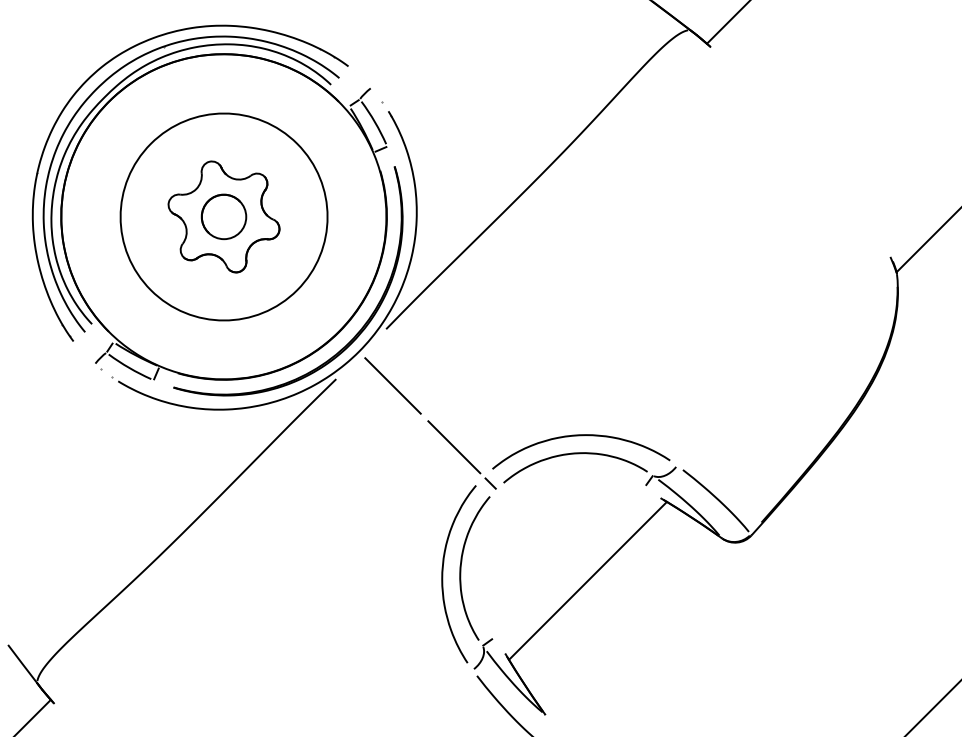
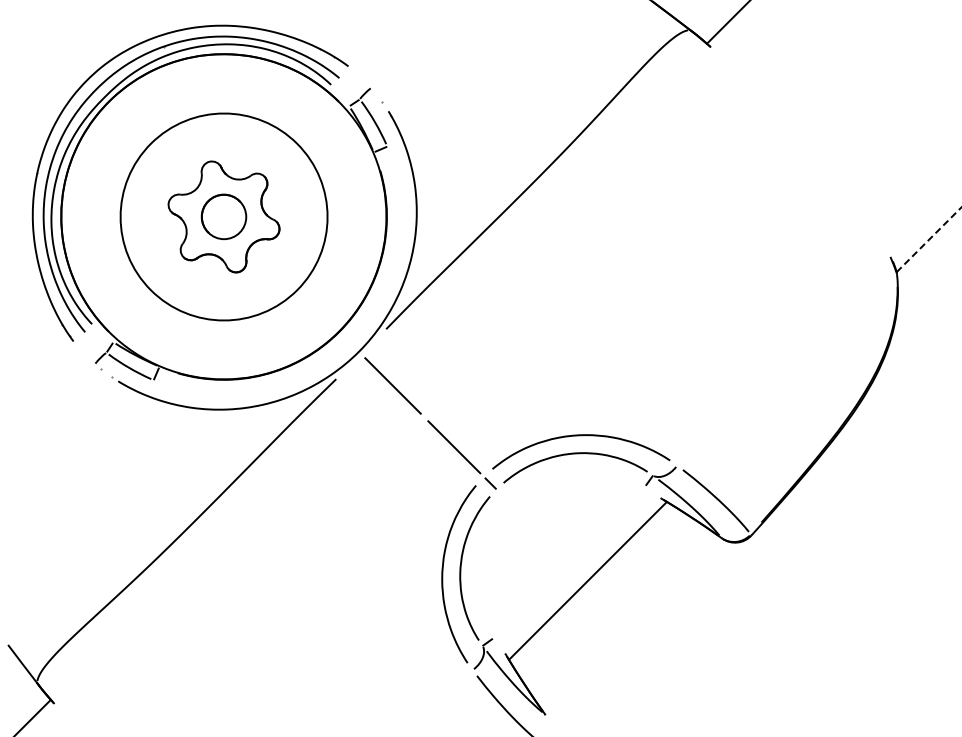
line at (929, 239): solid -> dashed
part at (342, 347): present -> none
line at (932, 707): present -> none
